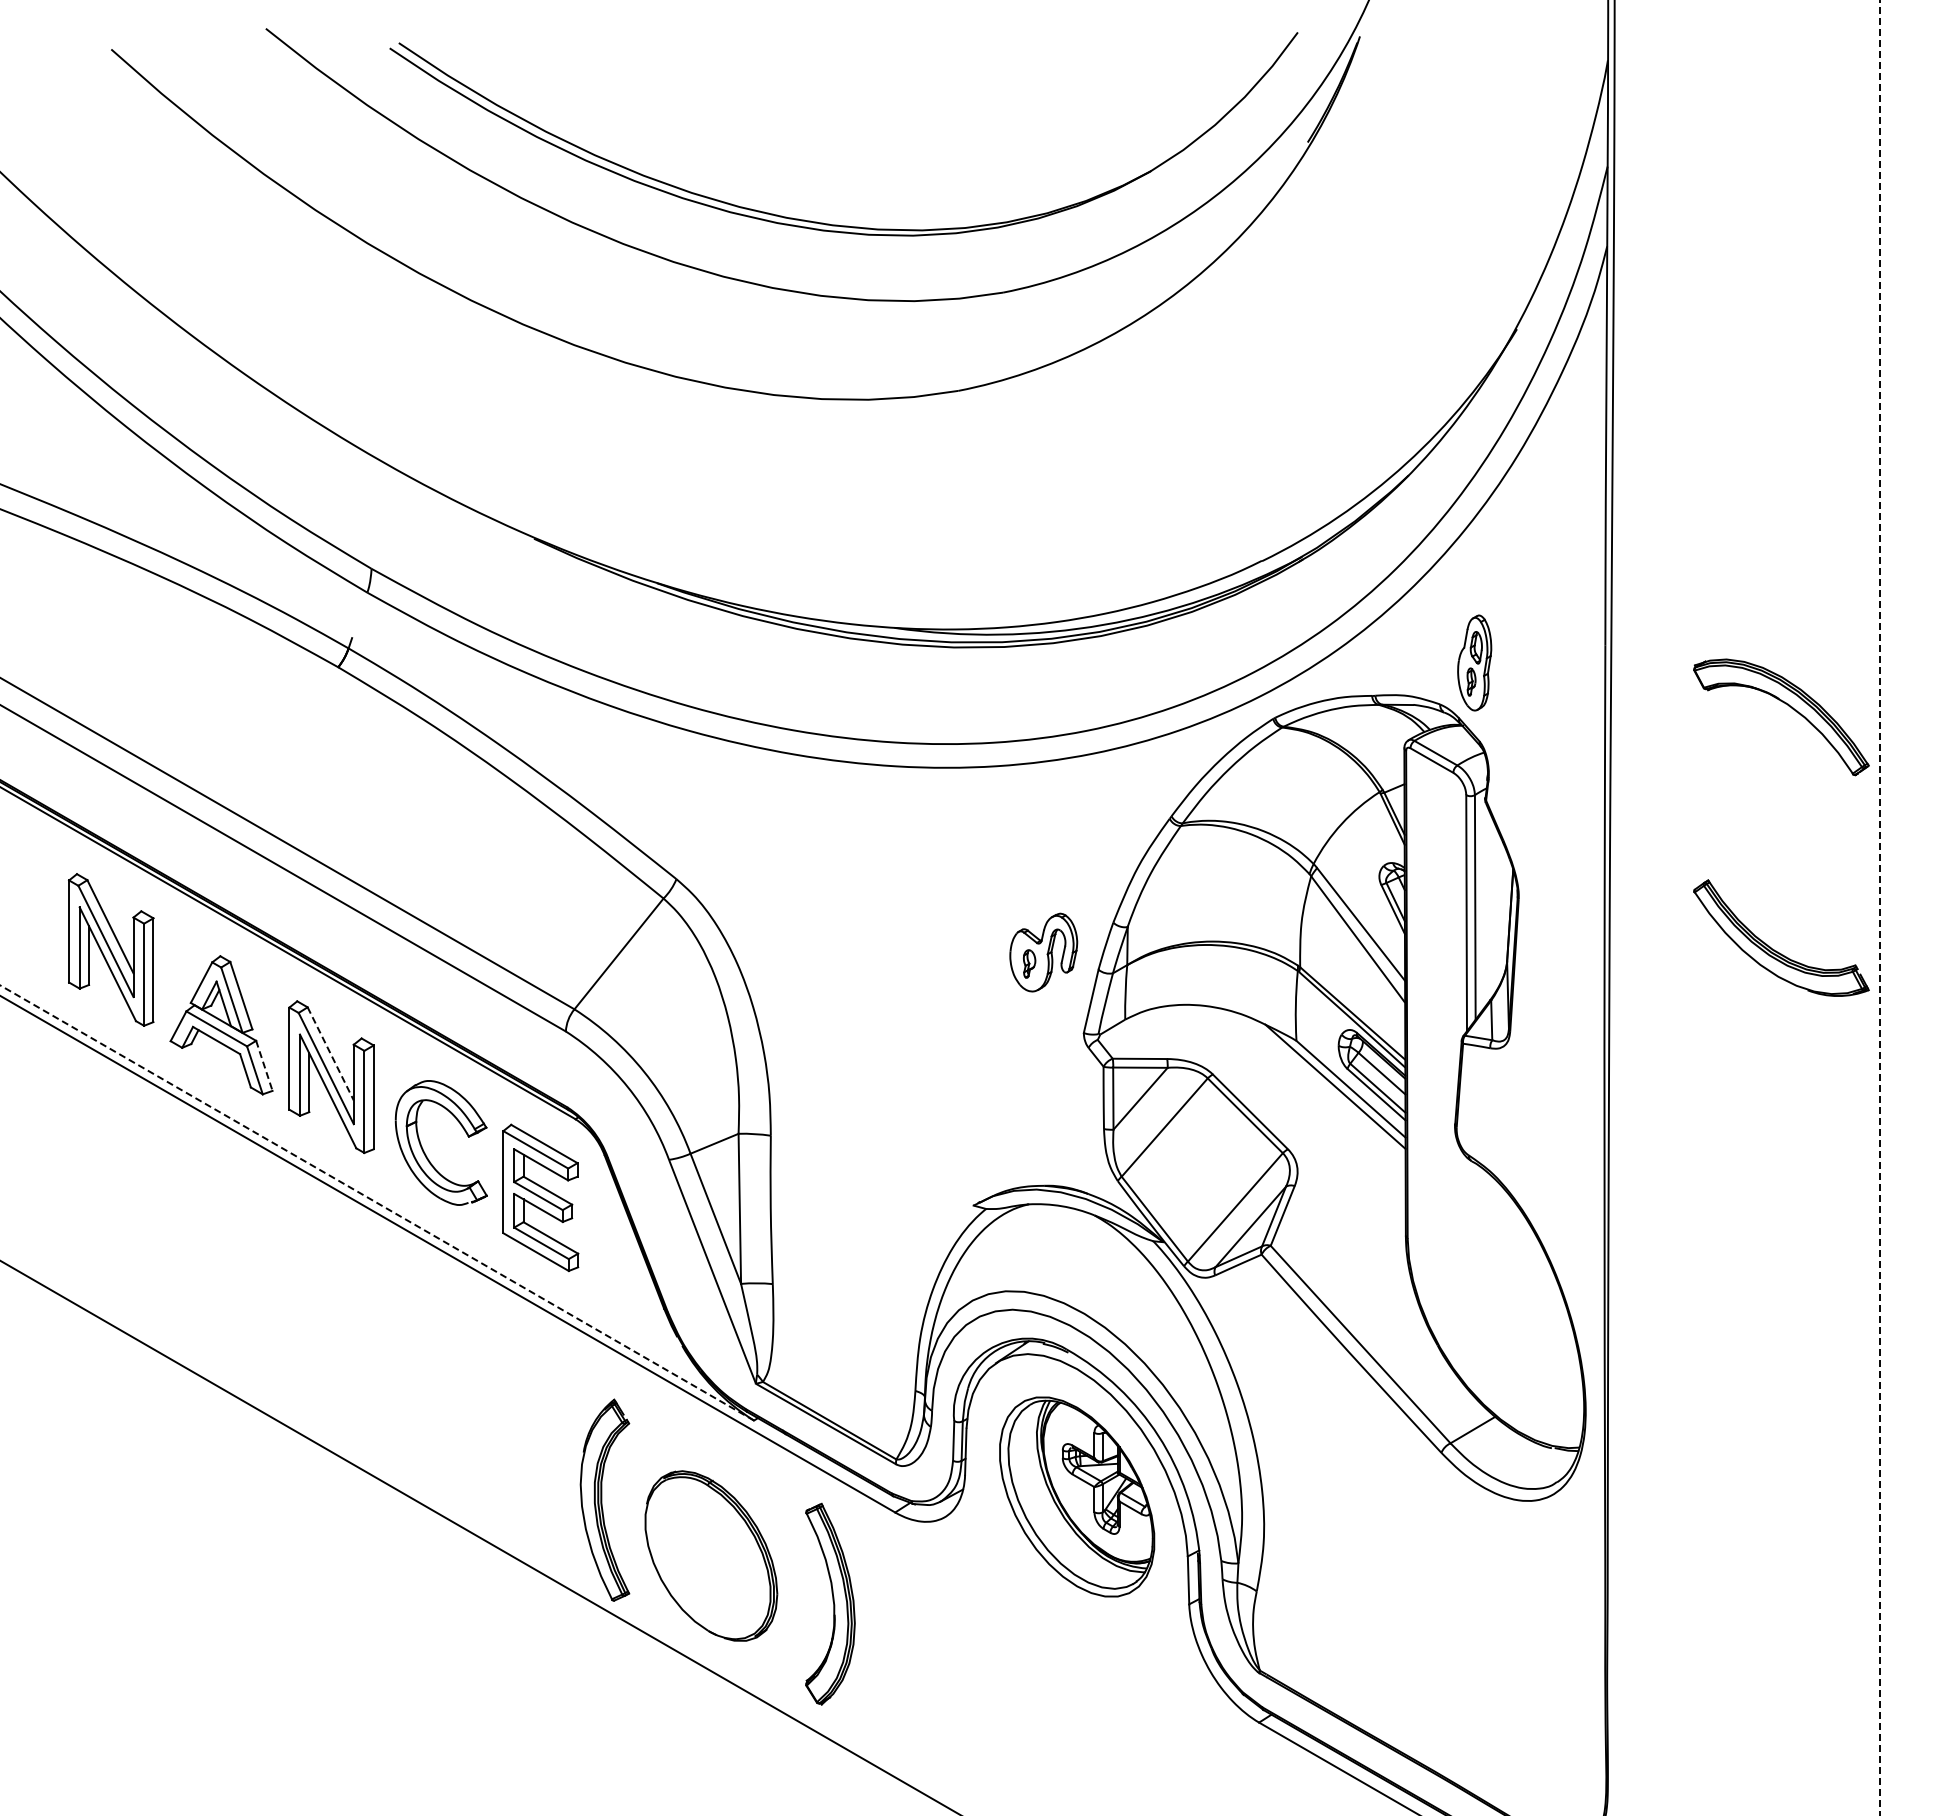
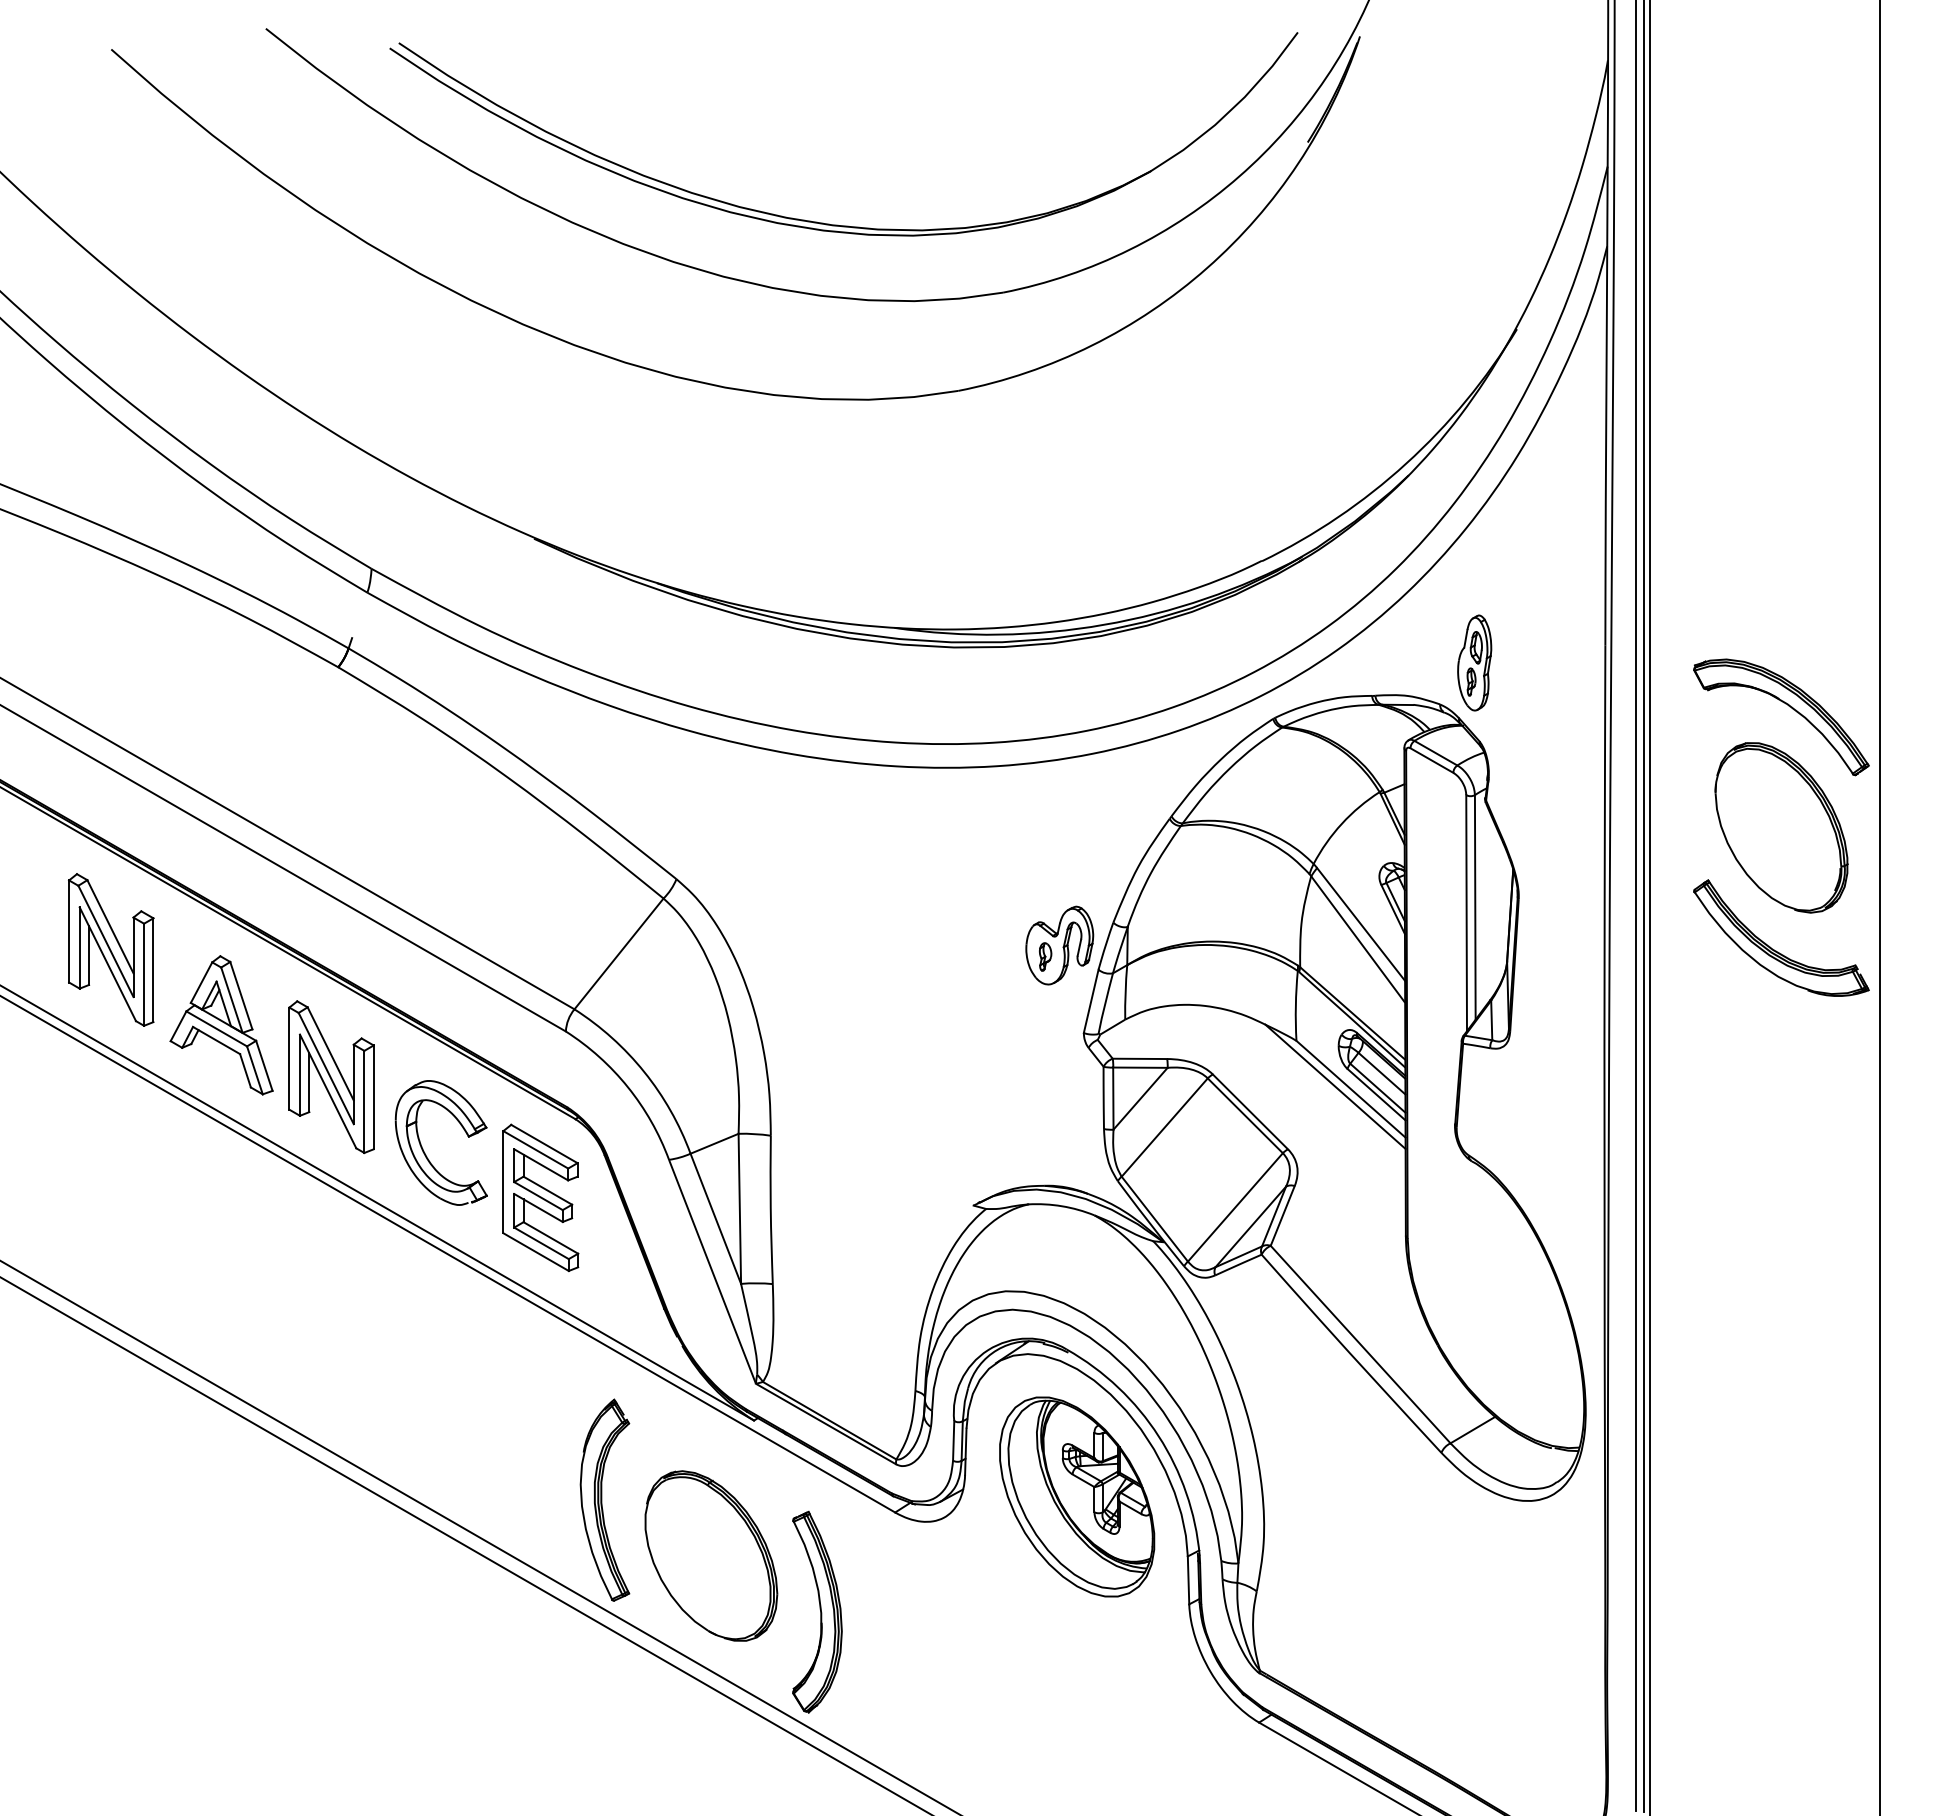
part at (1781, 827): none -> present
line at (1635, 906): none -> present
line at (1644, 906): none -> present
line at (1650, 907): none -> present
line at (1879, 907): dashed -> solid
part at (1043, 952) position: (1043, 952) -> (1059, 945)
line at (330, 1053): dashed -> solid
line at (264, 1066): dashed -> solid
line at (376, 1202): dashed -> solid
line at (464, 1545): none -> present
part at (830, 1603) position: (830, 1603) -> (817, 1611)
